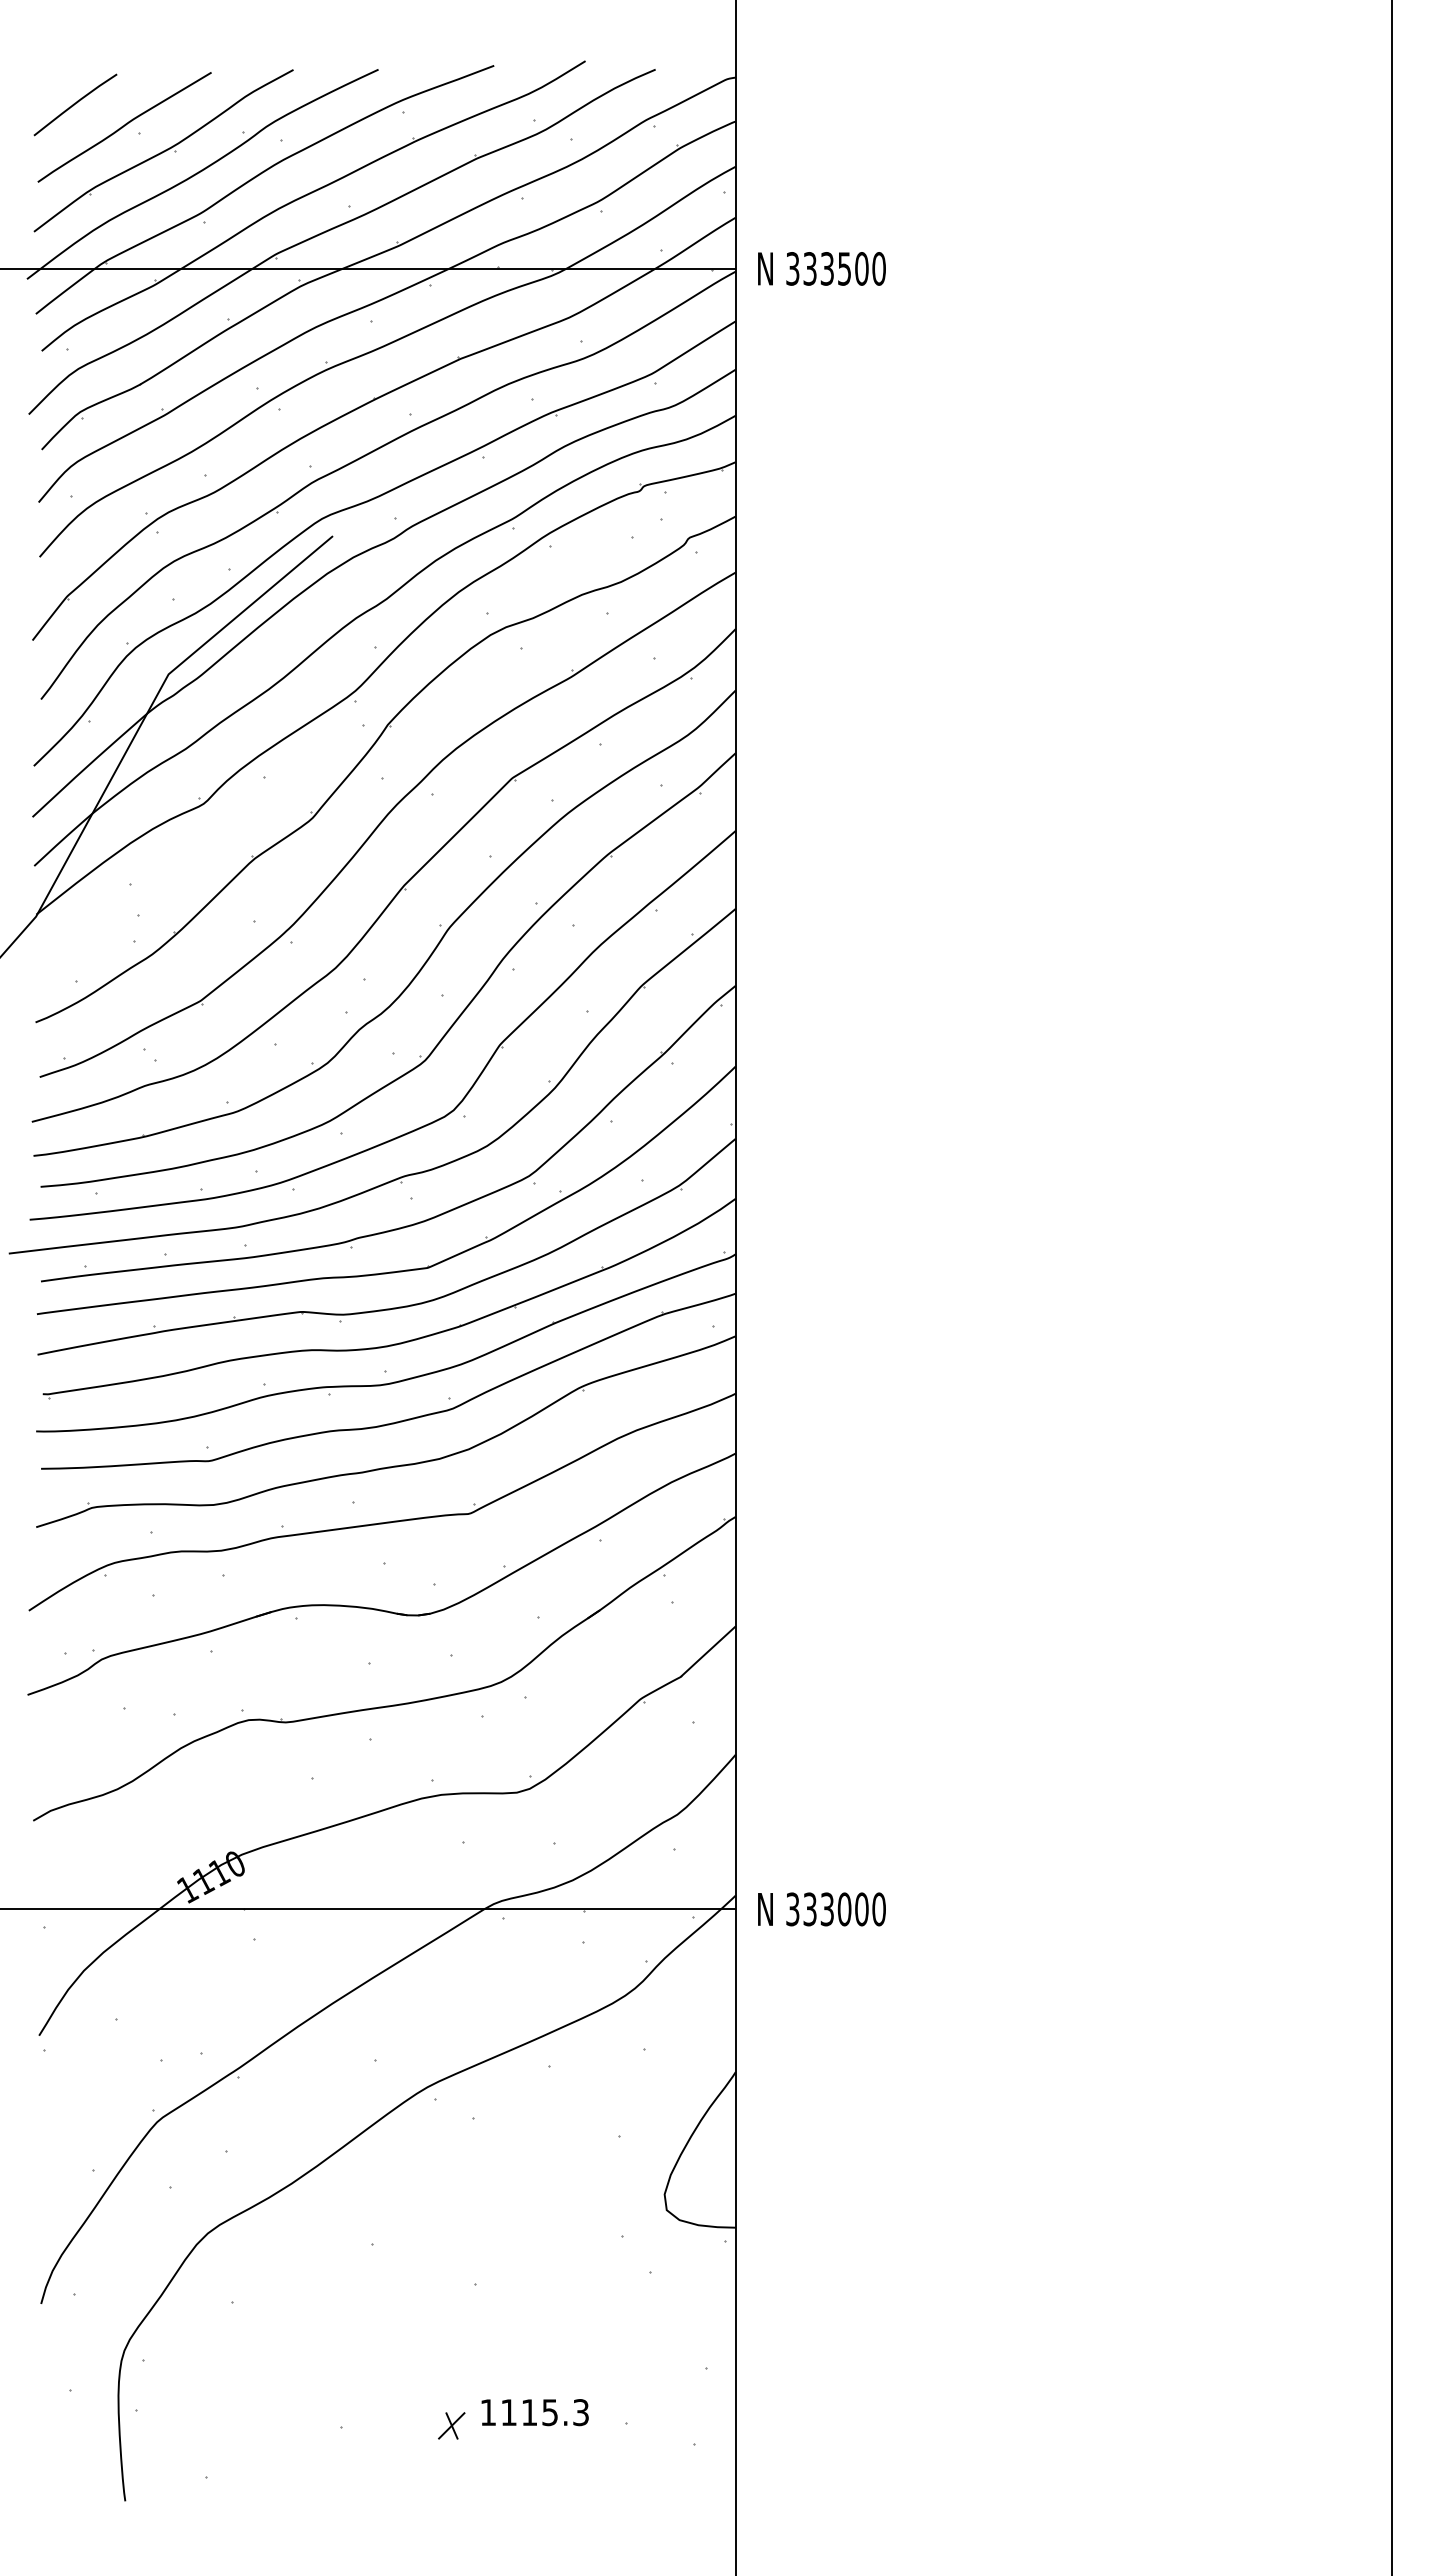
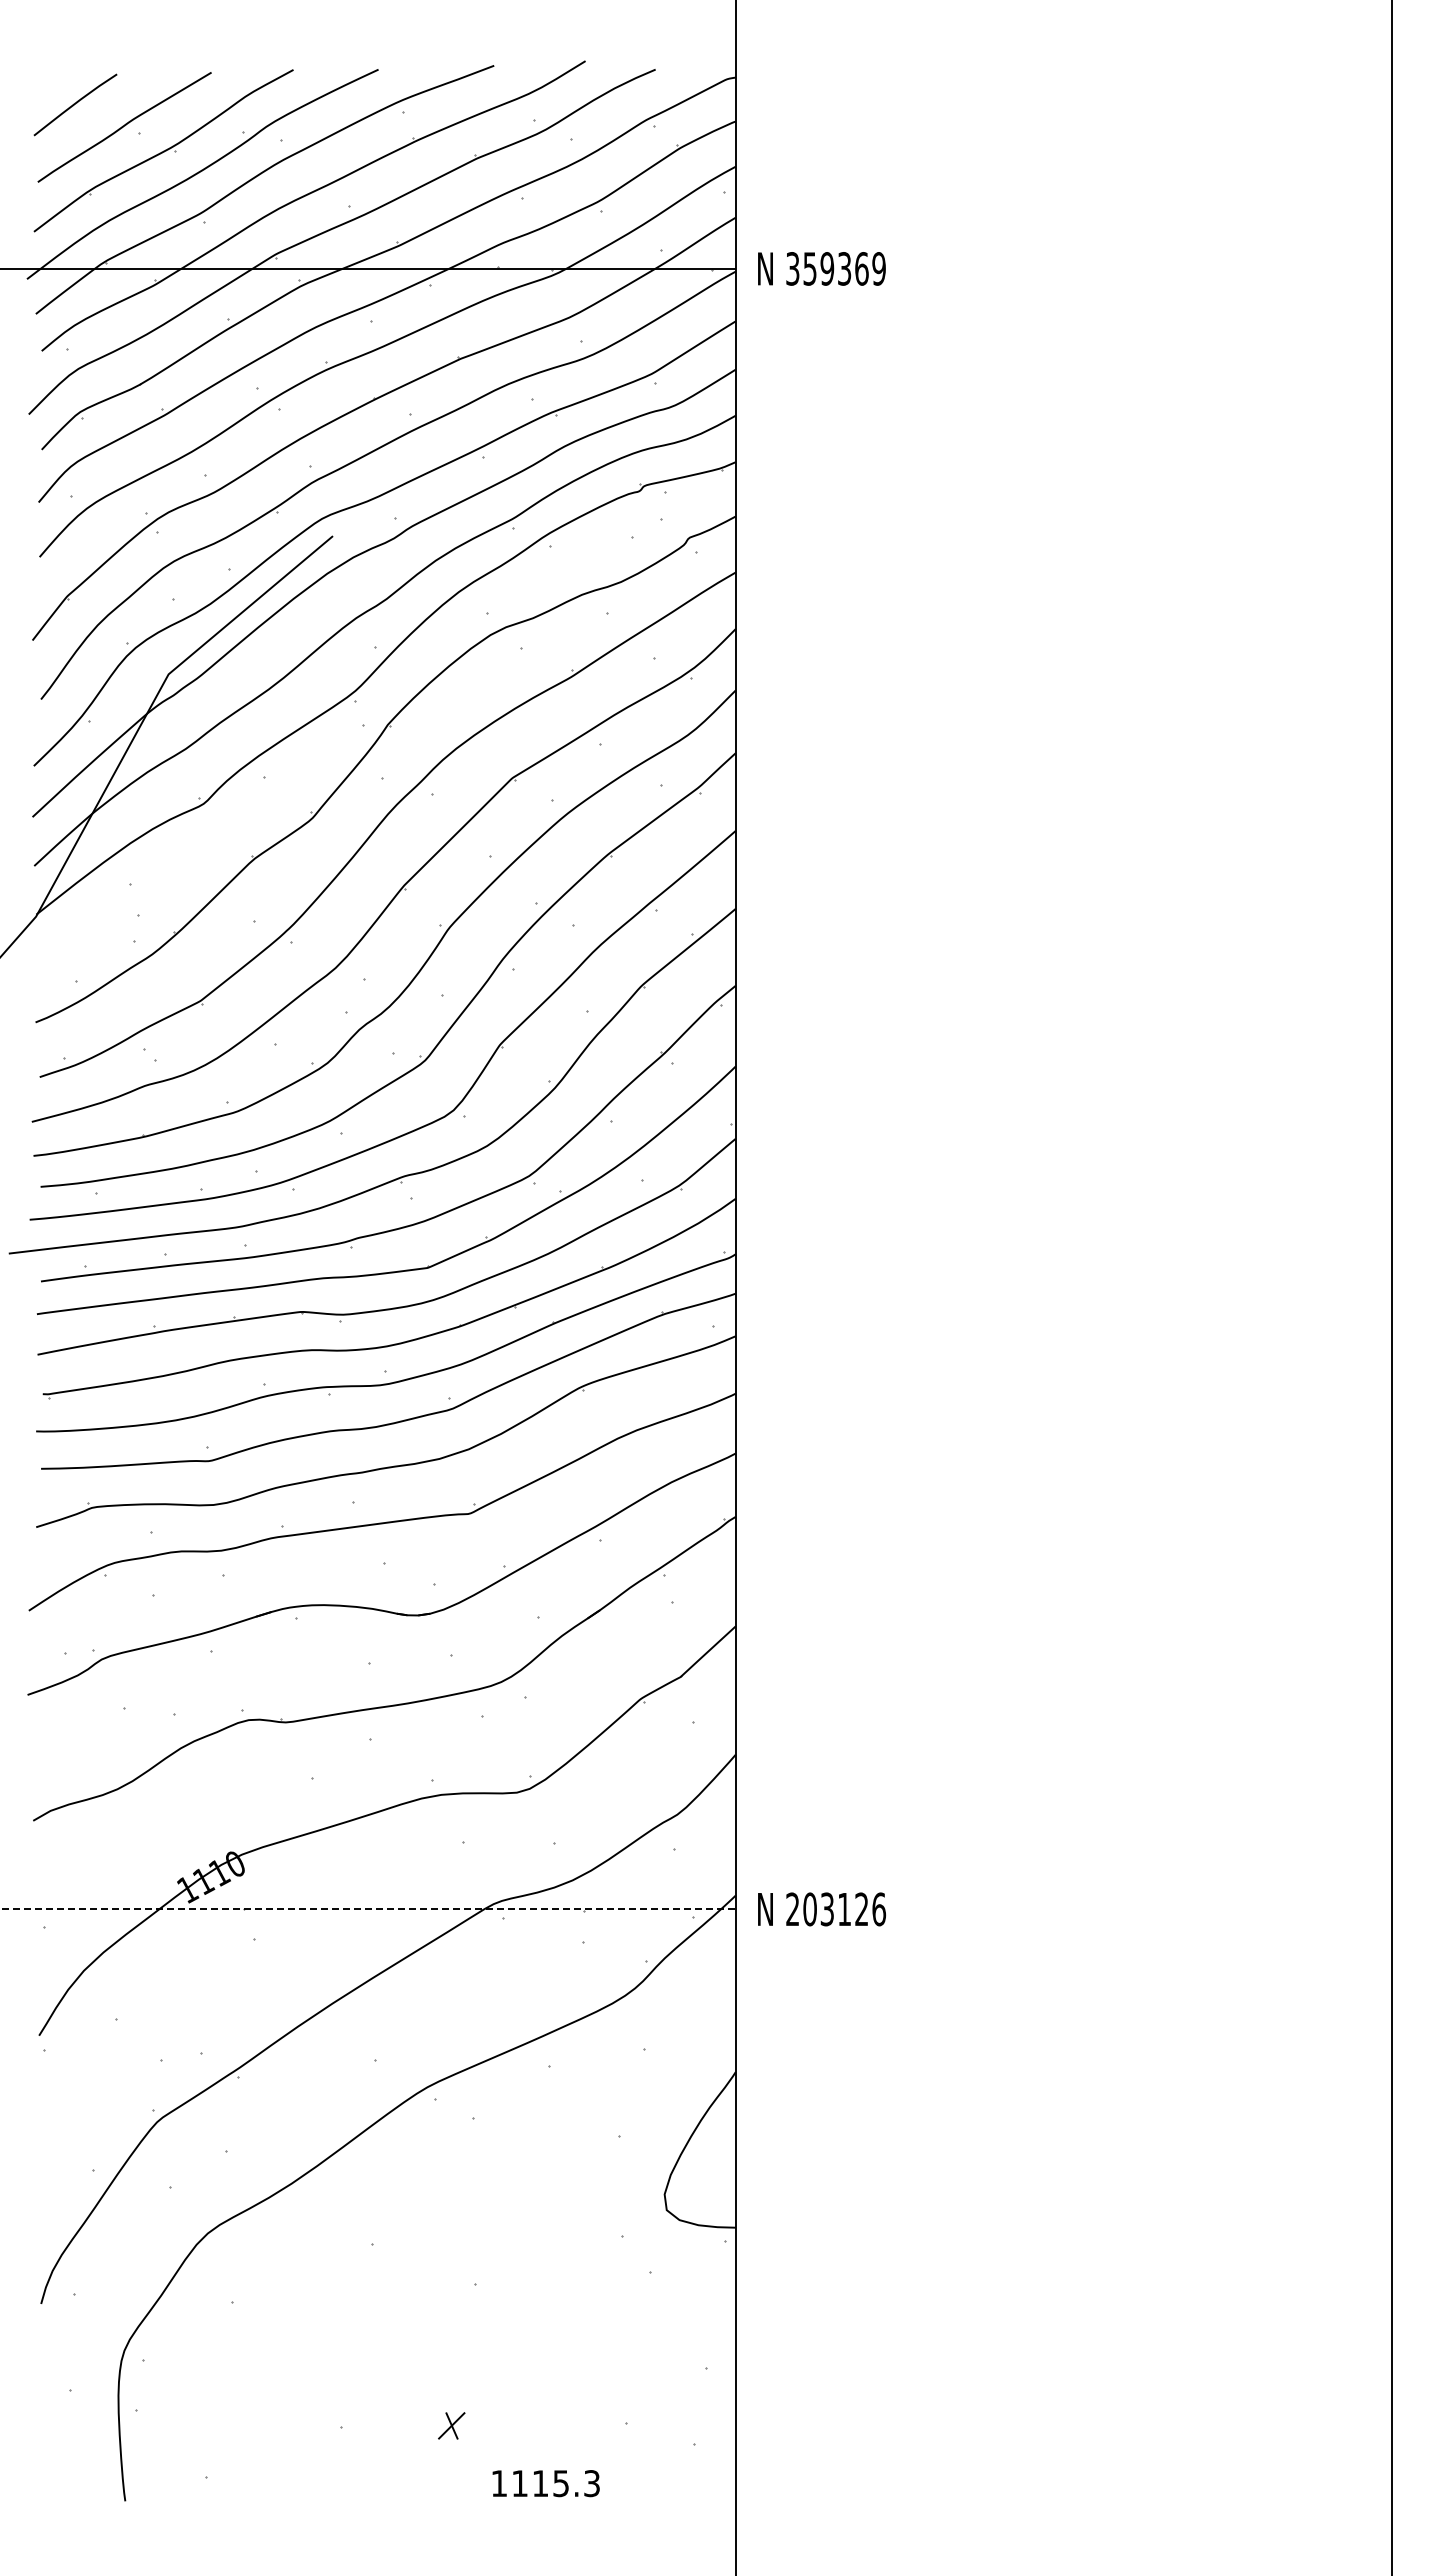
text at (844, 268): 333500 -> 359369
line at (367, 1909): solid -> dashed
text at (836, 1909): 333000 -> 203126
text at (534, 2412) position: (534, 2412) -> (545, 2483)
